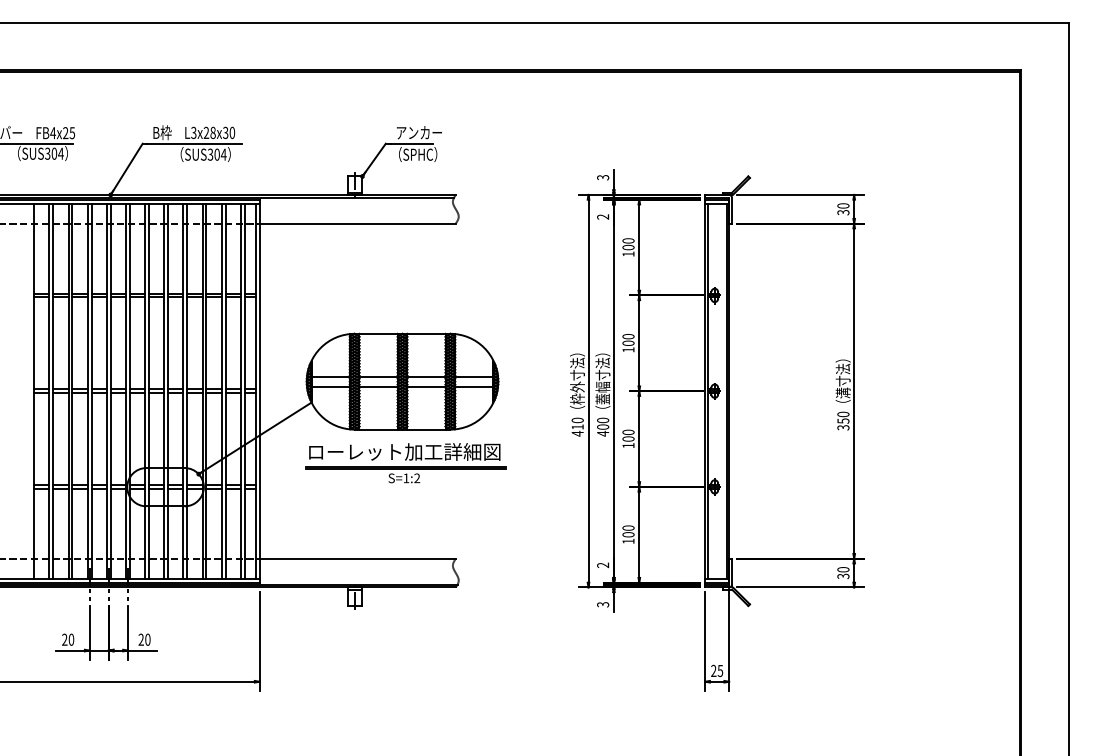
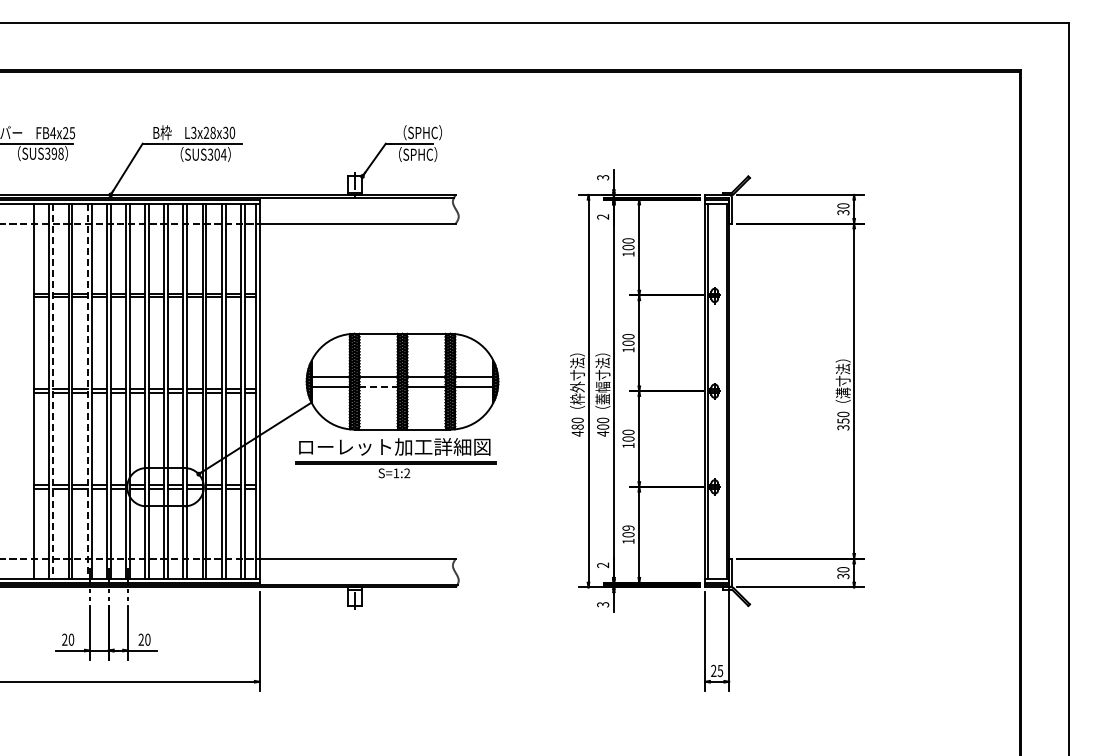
text at (418, 132): アンカー -> （SPHC）
text at (57, 153): SUS304 -> SUS398
line at (379, 386): solid -> dashed
line at (53, 391): solid -> dashed
line at (87, 391): solid -> dashed
text at (577, 426): 410 -> 480
part at (405, 463) position: (405, 463) -> (395, 458)
text at (628, 527): 100 -> 109
